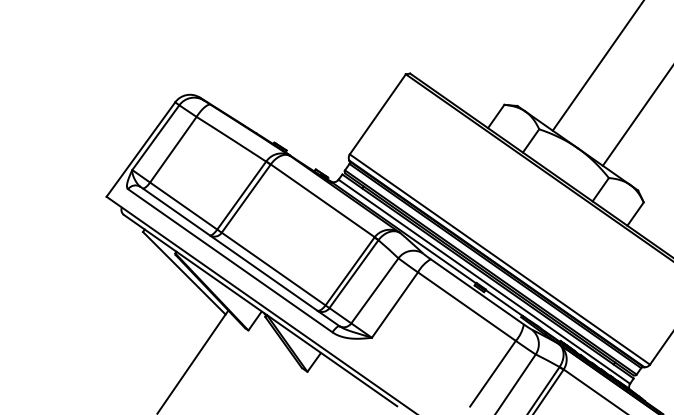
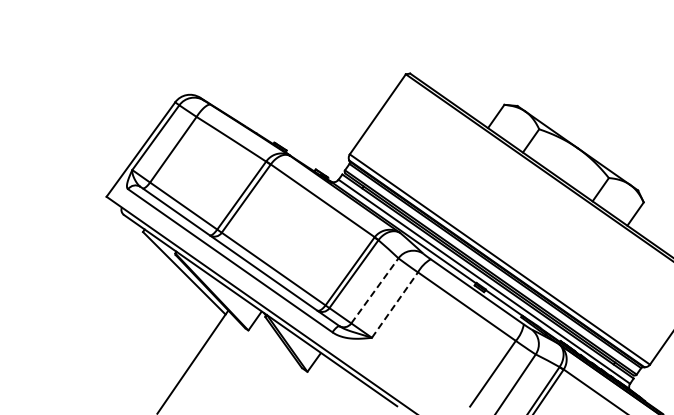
line at (597, 66): present -> none
line at (636, 117): present -> none
line at (375, 290): solid -> dashed
line at (395, 304): solid -> dashed
